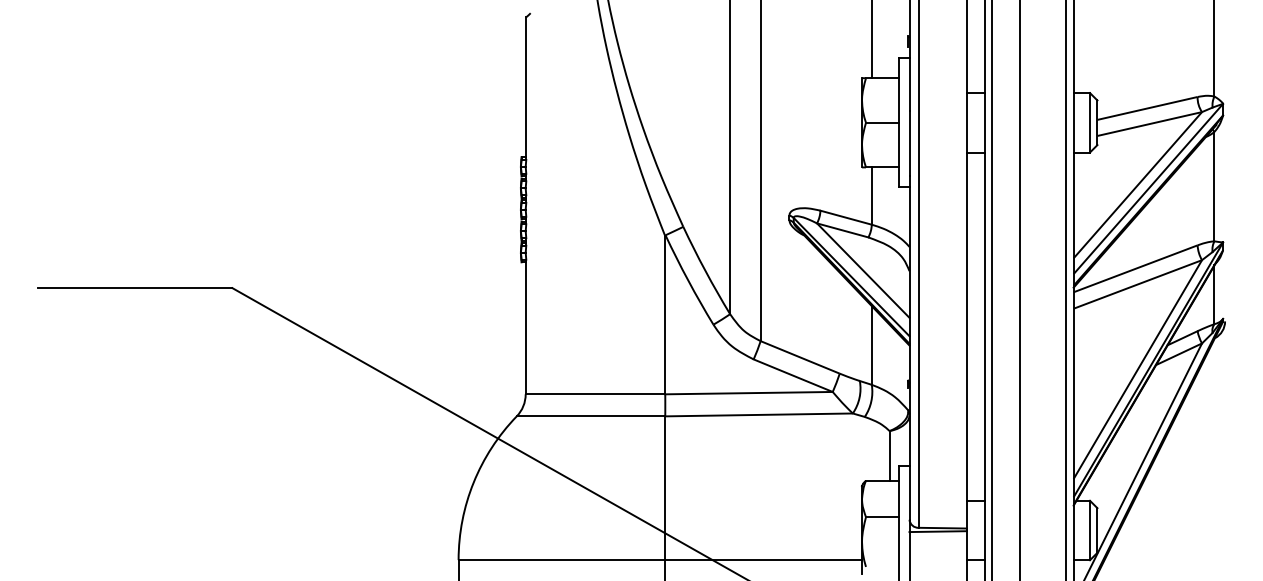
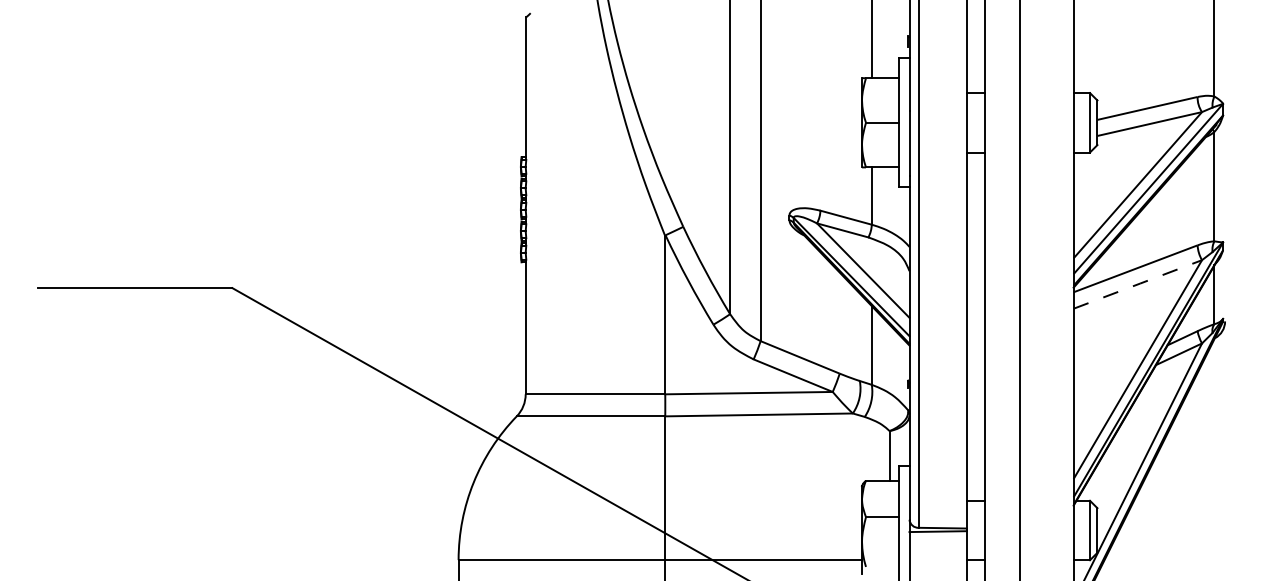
line at (1138, 284): solid -> dashed
line at (992, 289): present -> none
line at (1066, 289): present -> none
